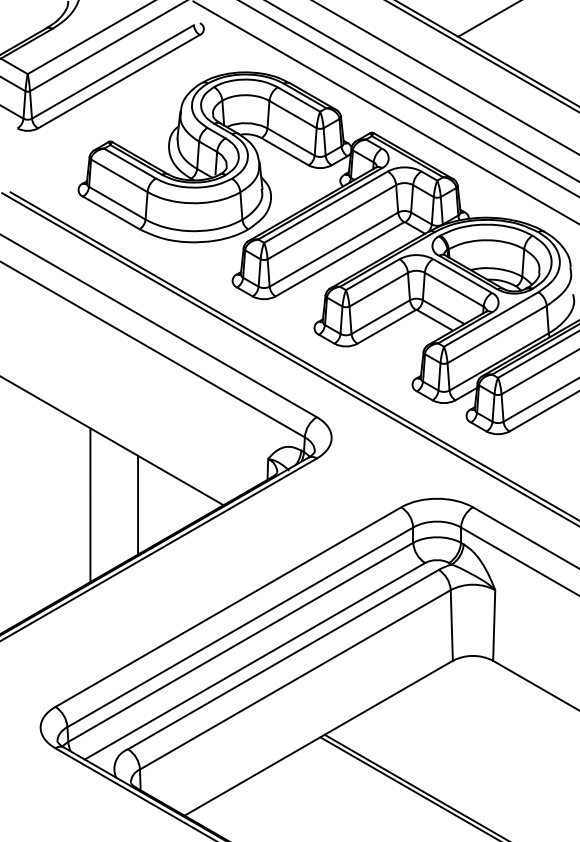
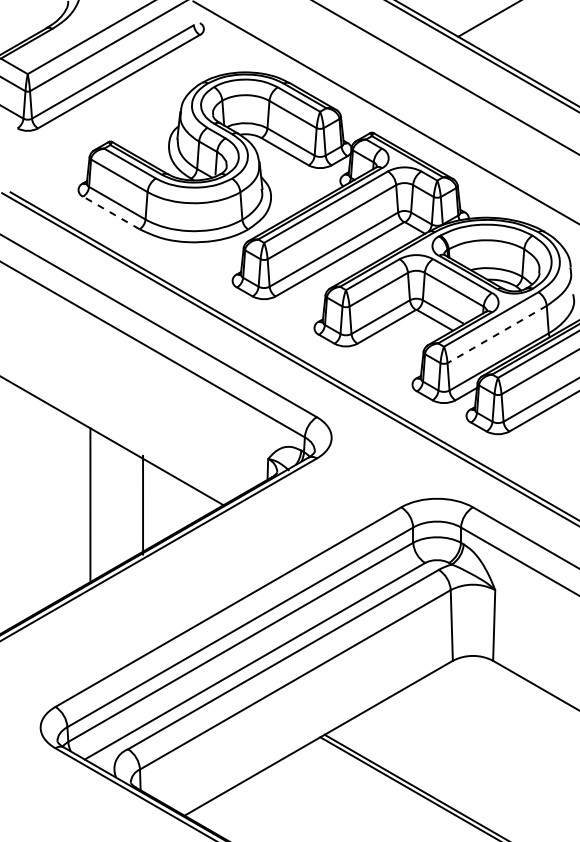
line at (422, 91): present -> none
line at (408, 98): present -> none
line at (111, 212): solid -> dashed
line at (496, 334): solid -> dashed
line at (138, 504) position: (138, 504) -> (143, 504)
